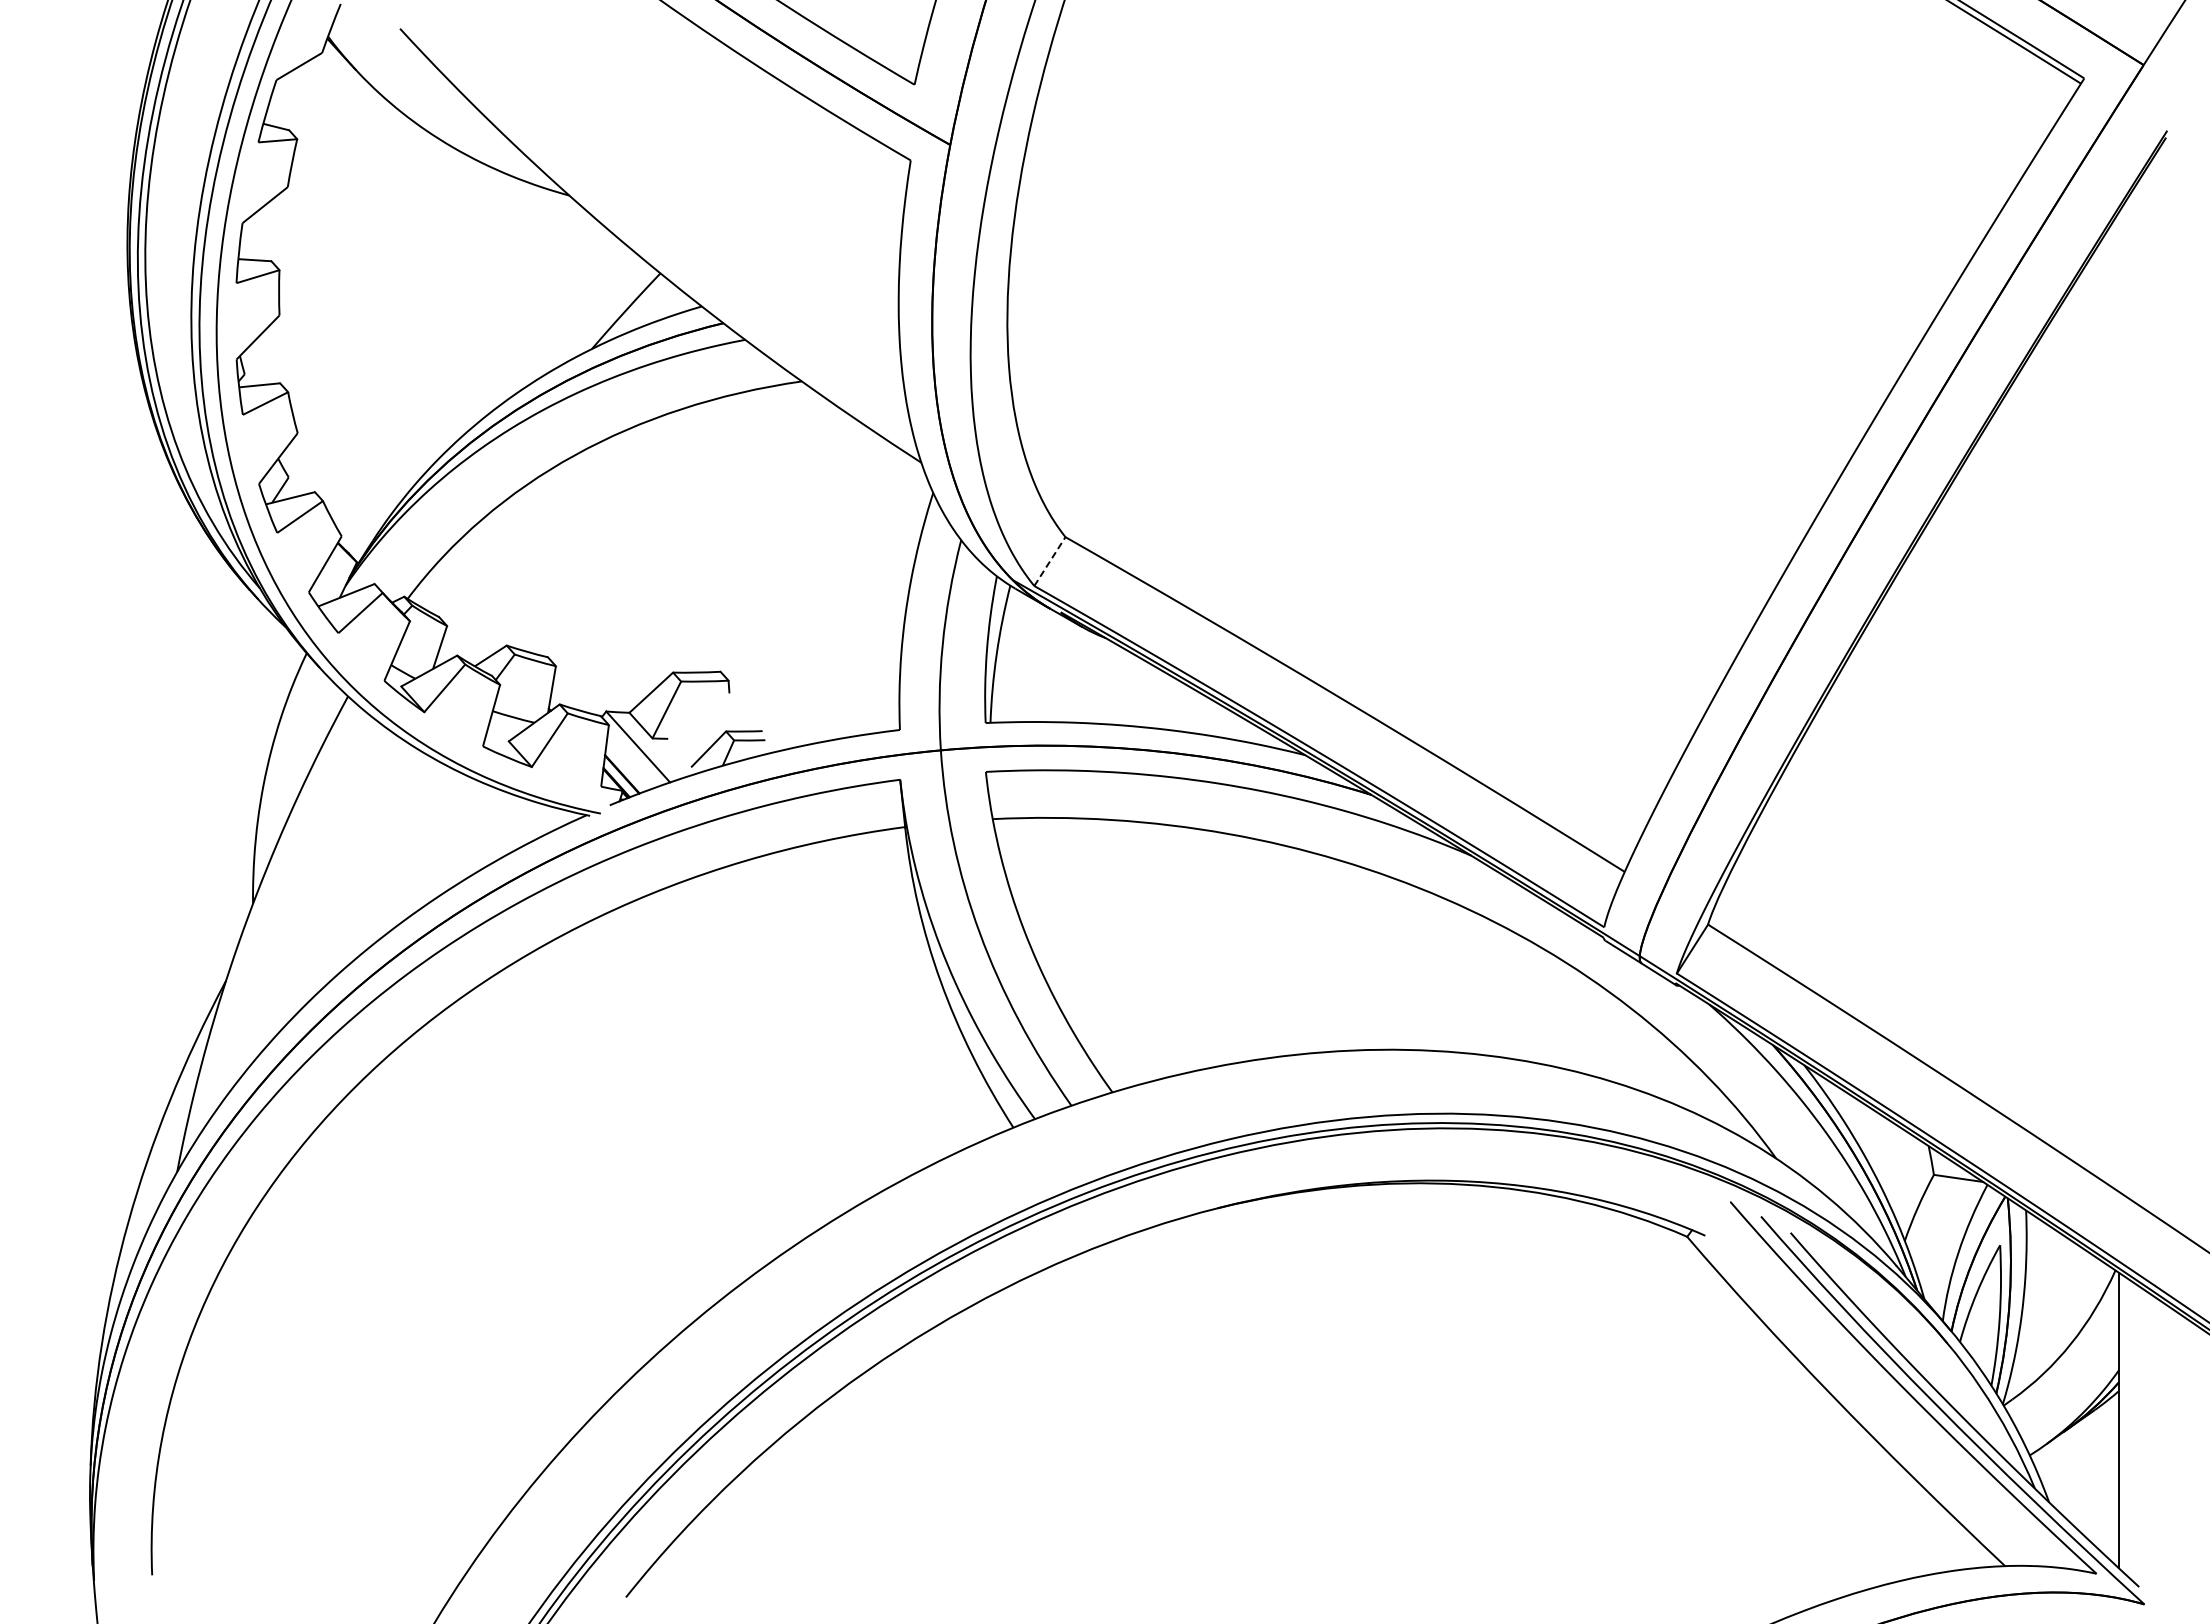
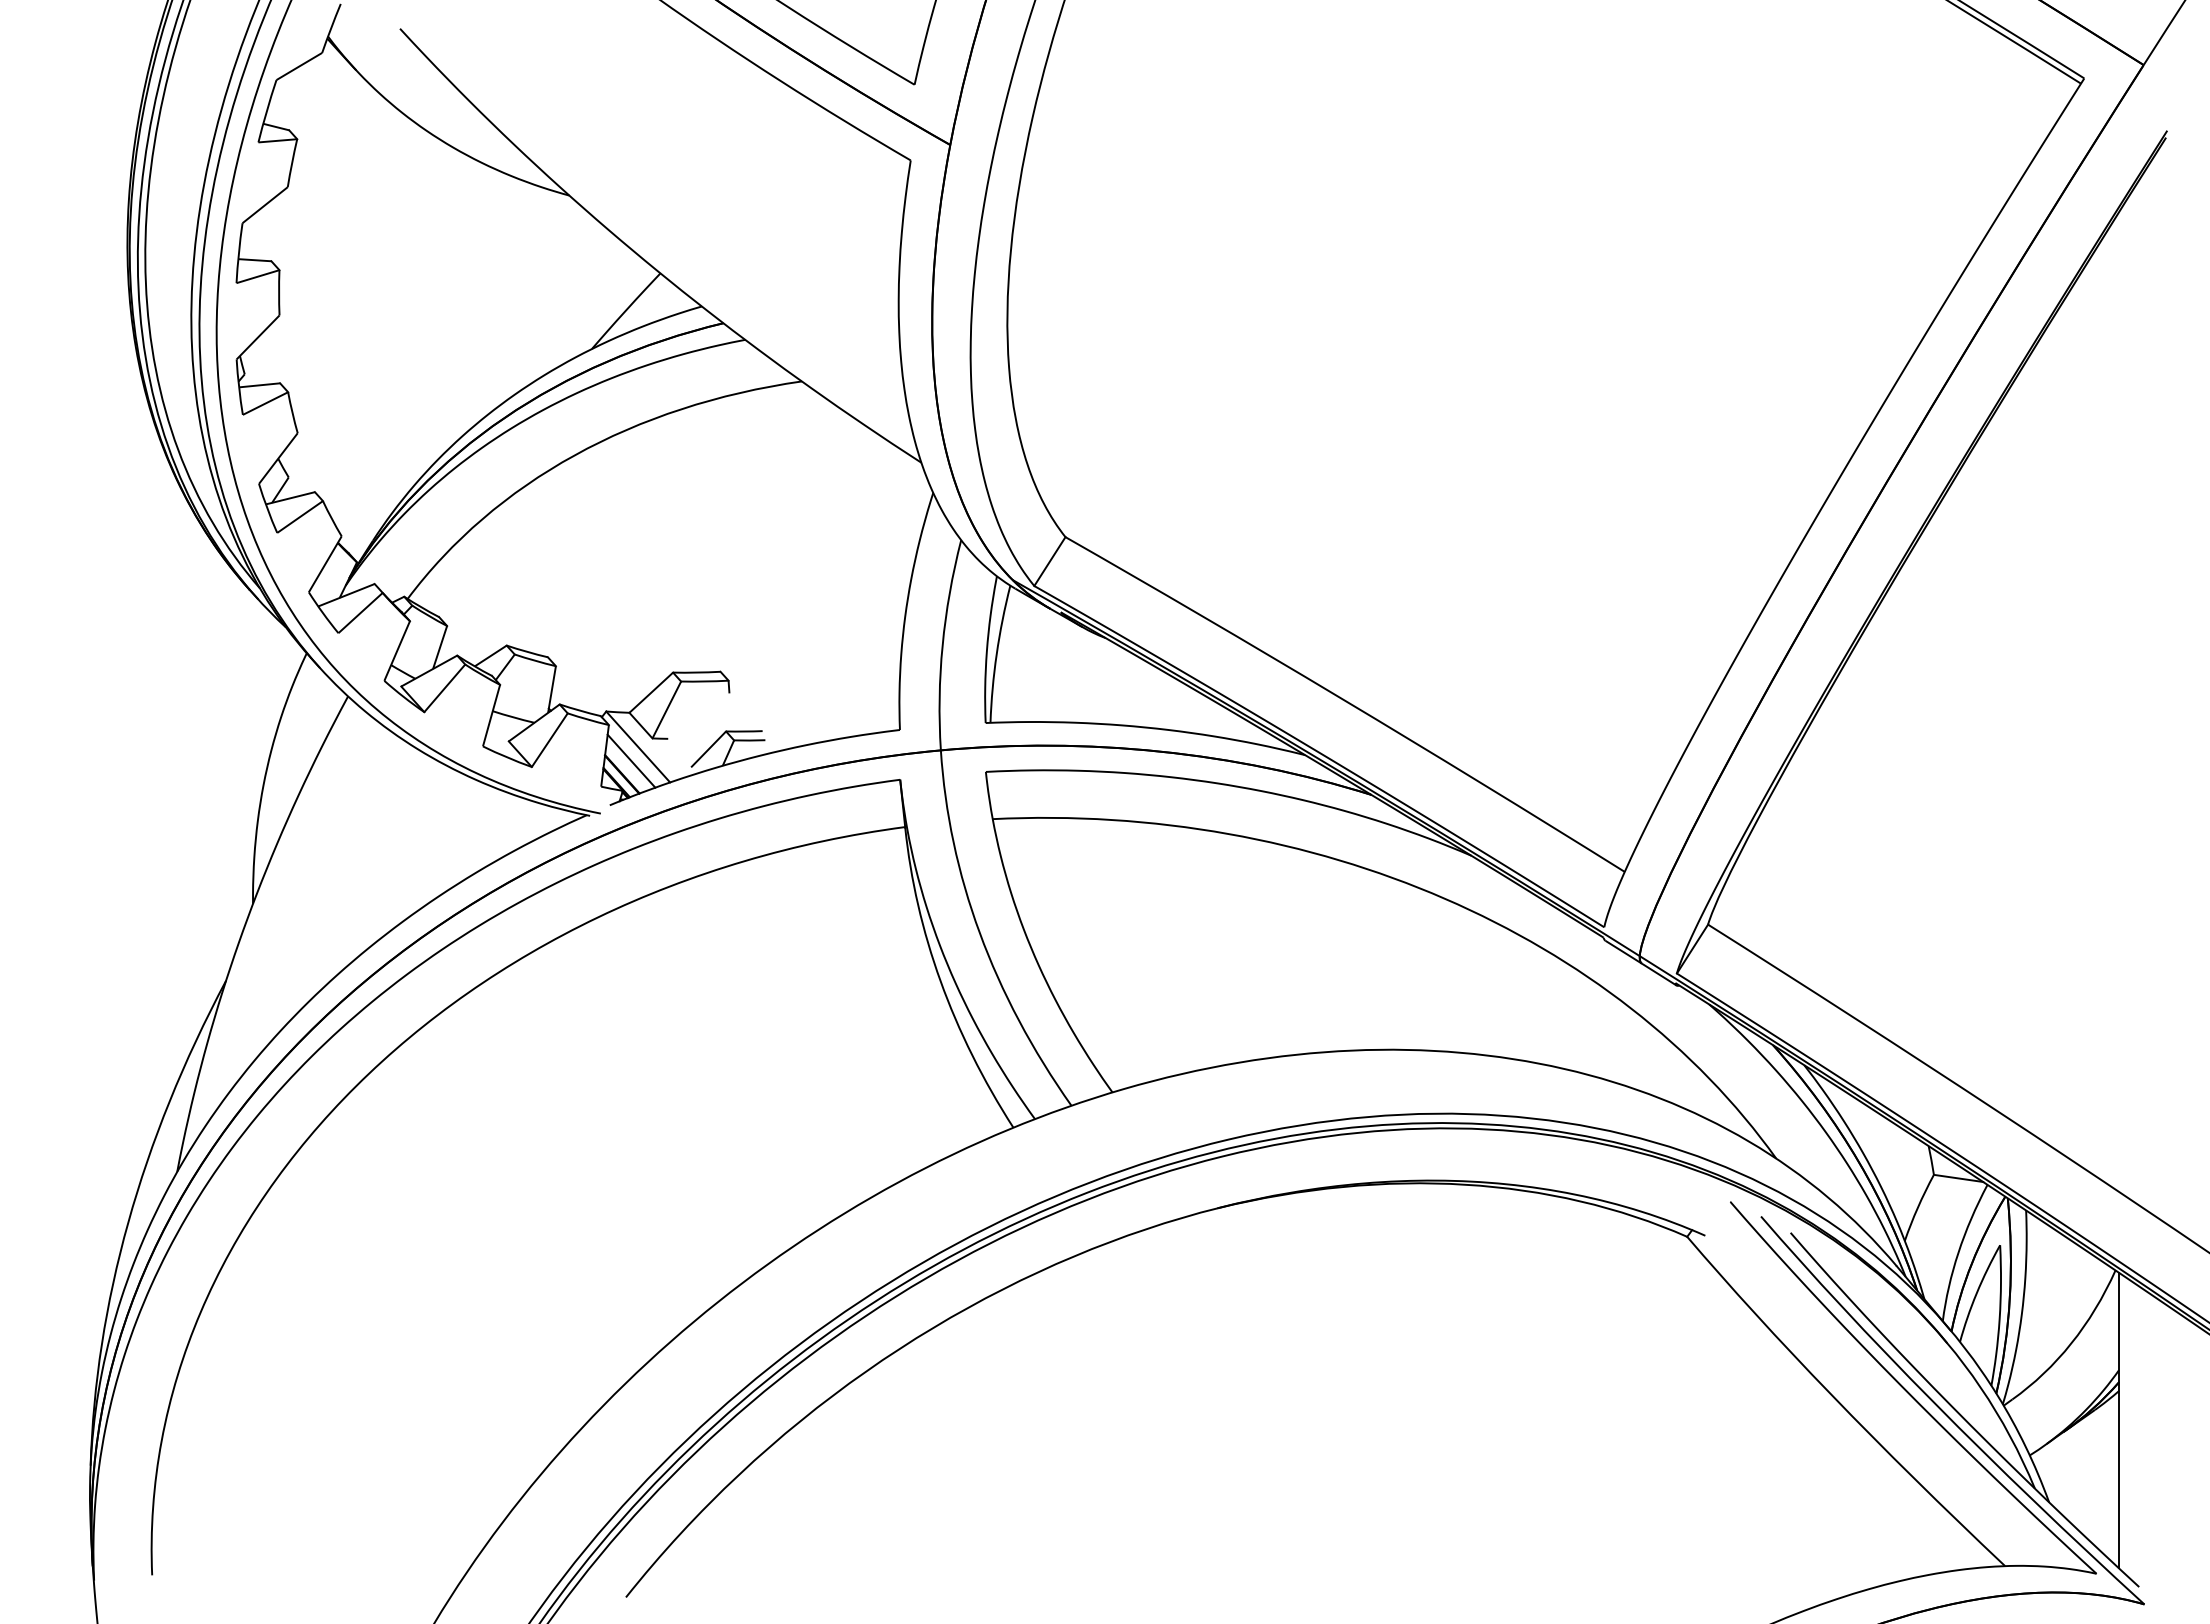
line at (1049, 561): dashed -> solid
line at (631, 760): none -> present
